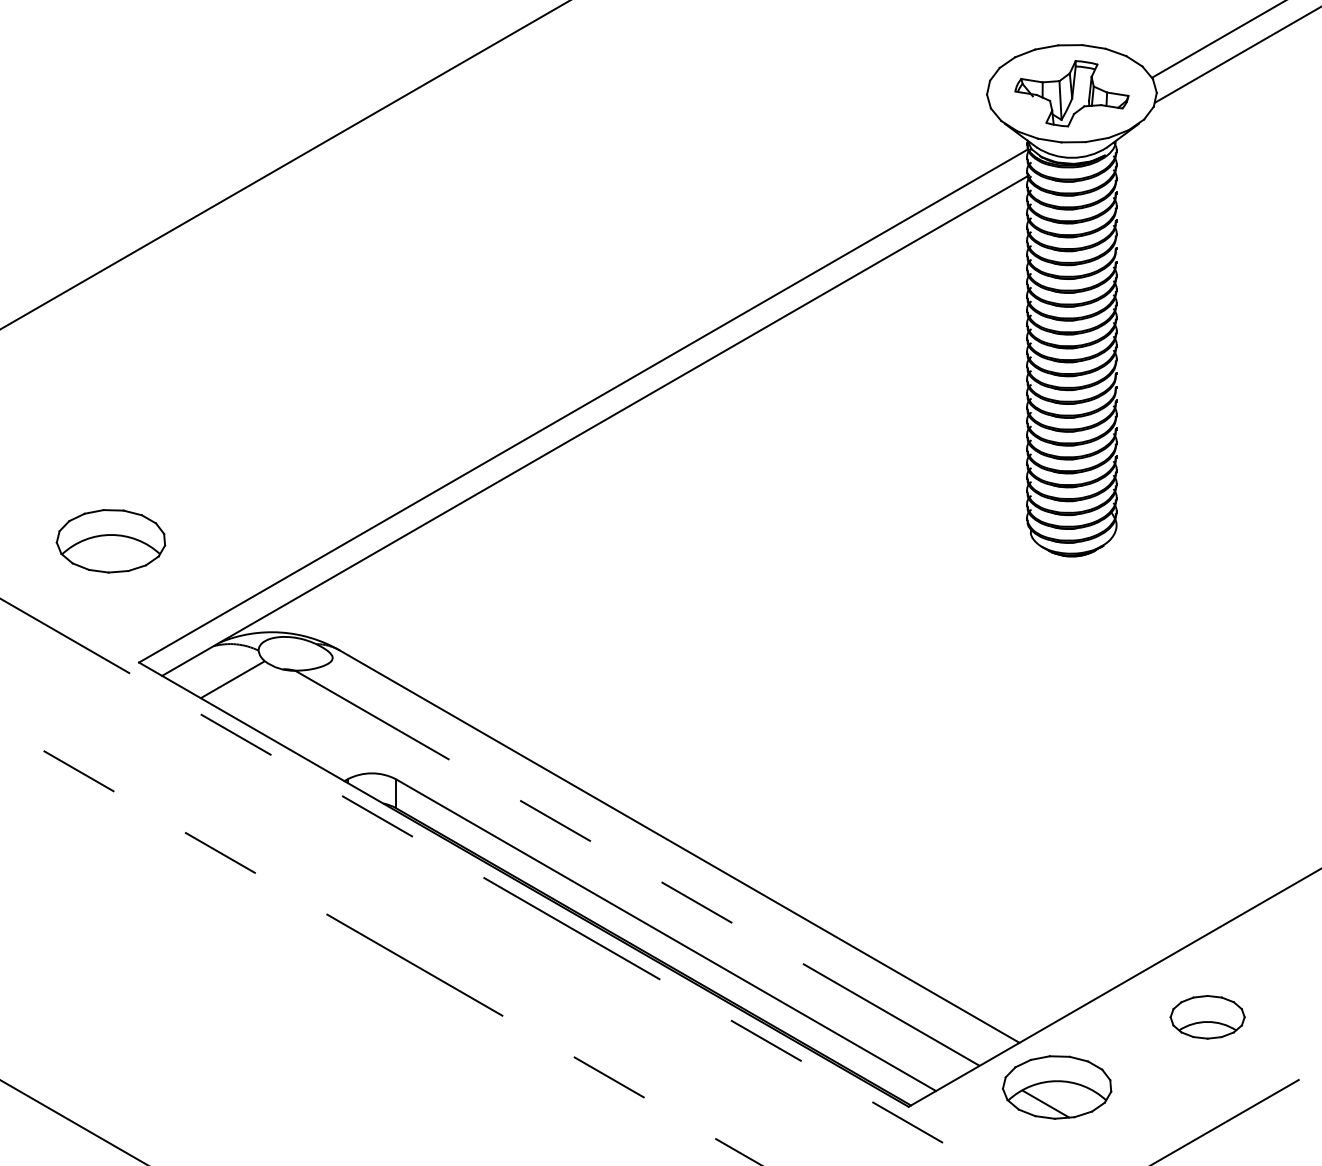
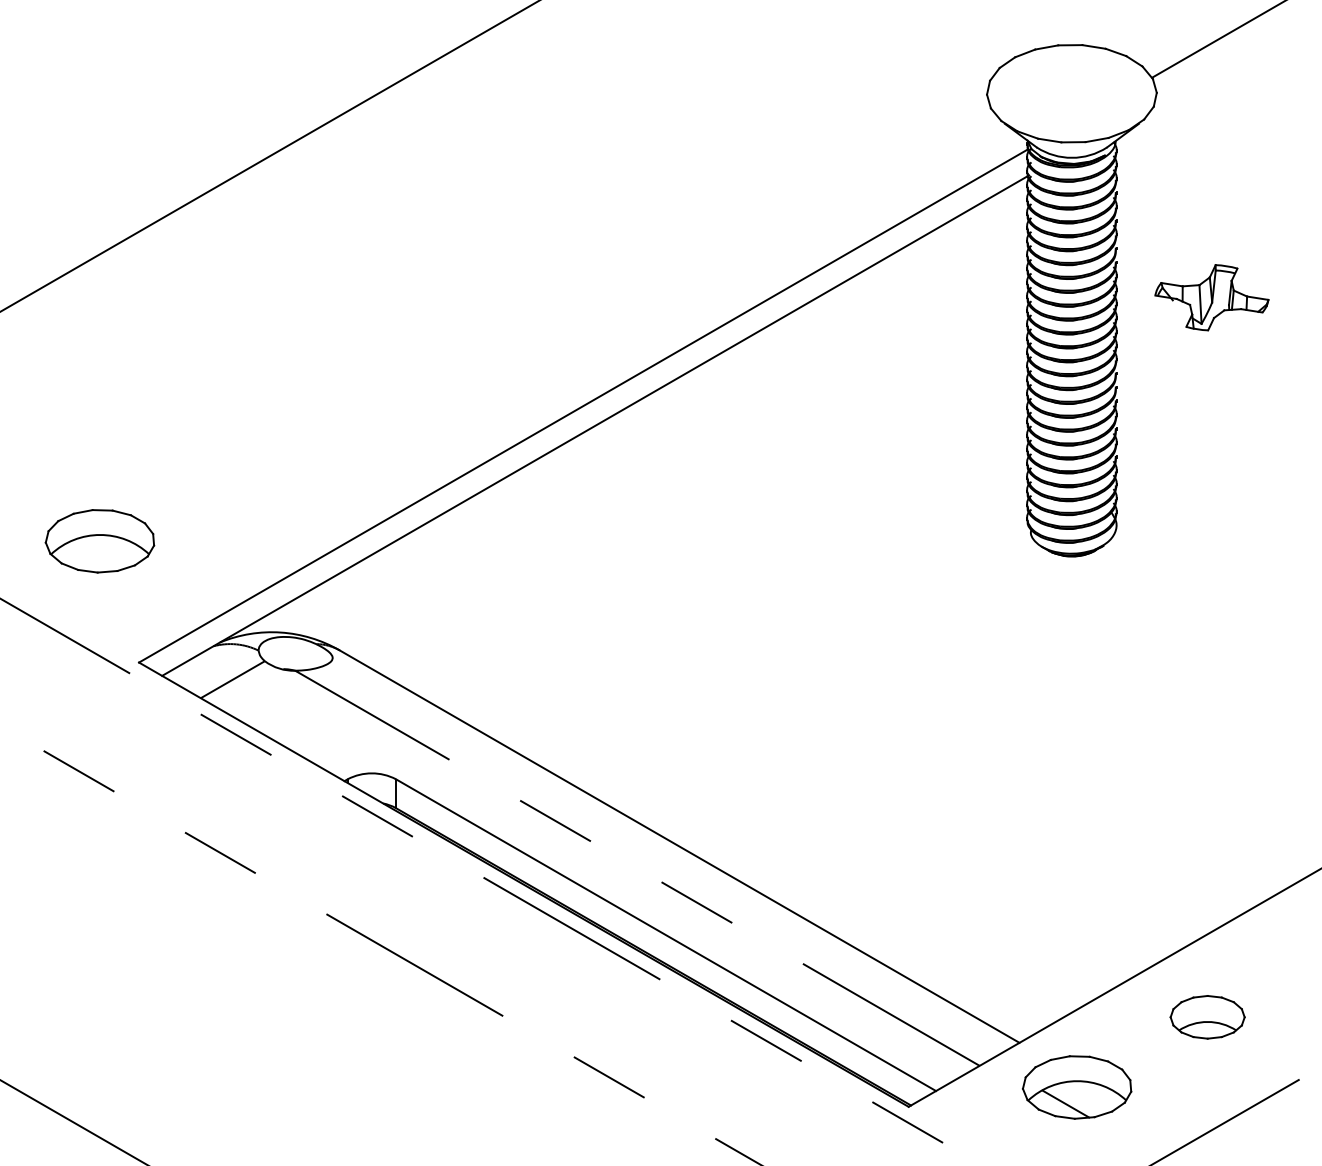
line at (1236, 55): present -> none
part at (1071, 93) position: (1071, 93) -> (1211, 297)
line at (284, 165) position: (284, 165) -> (269, 156)
part at (110, 541) position: (110, 541) -> (99, 541)
part at (1057, 1087) position: (1057, 1087) -> (1077, 1087)
